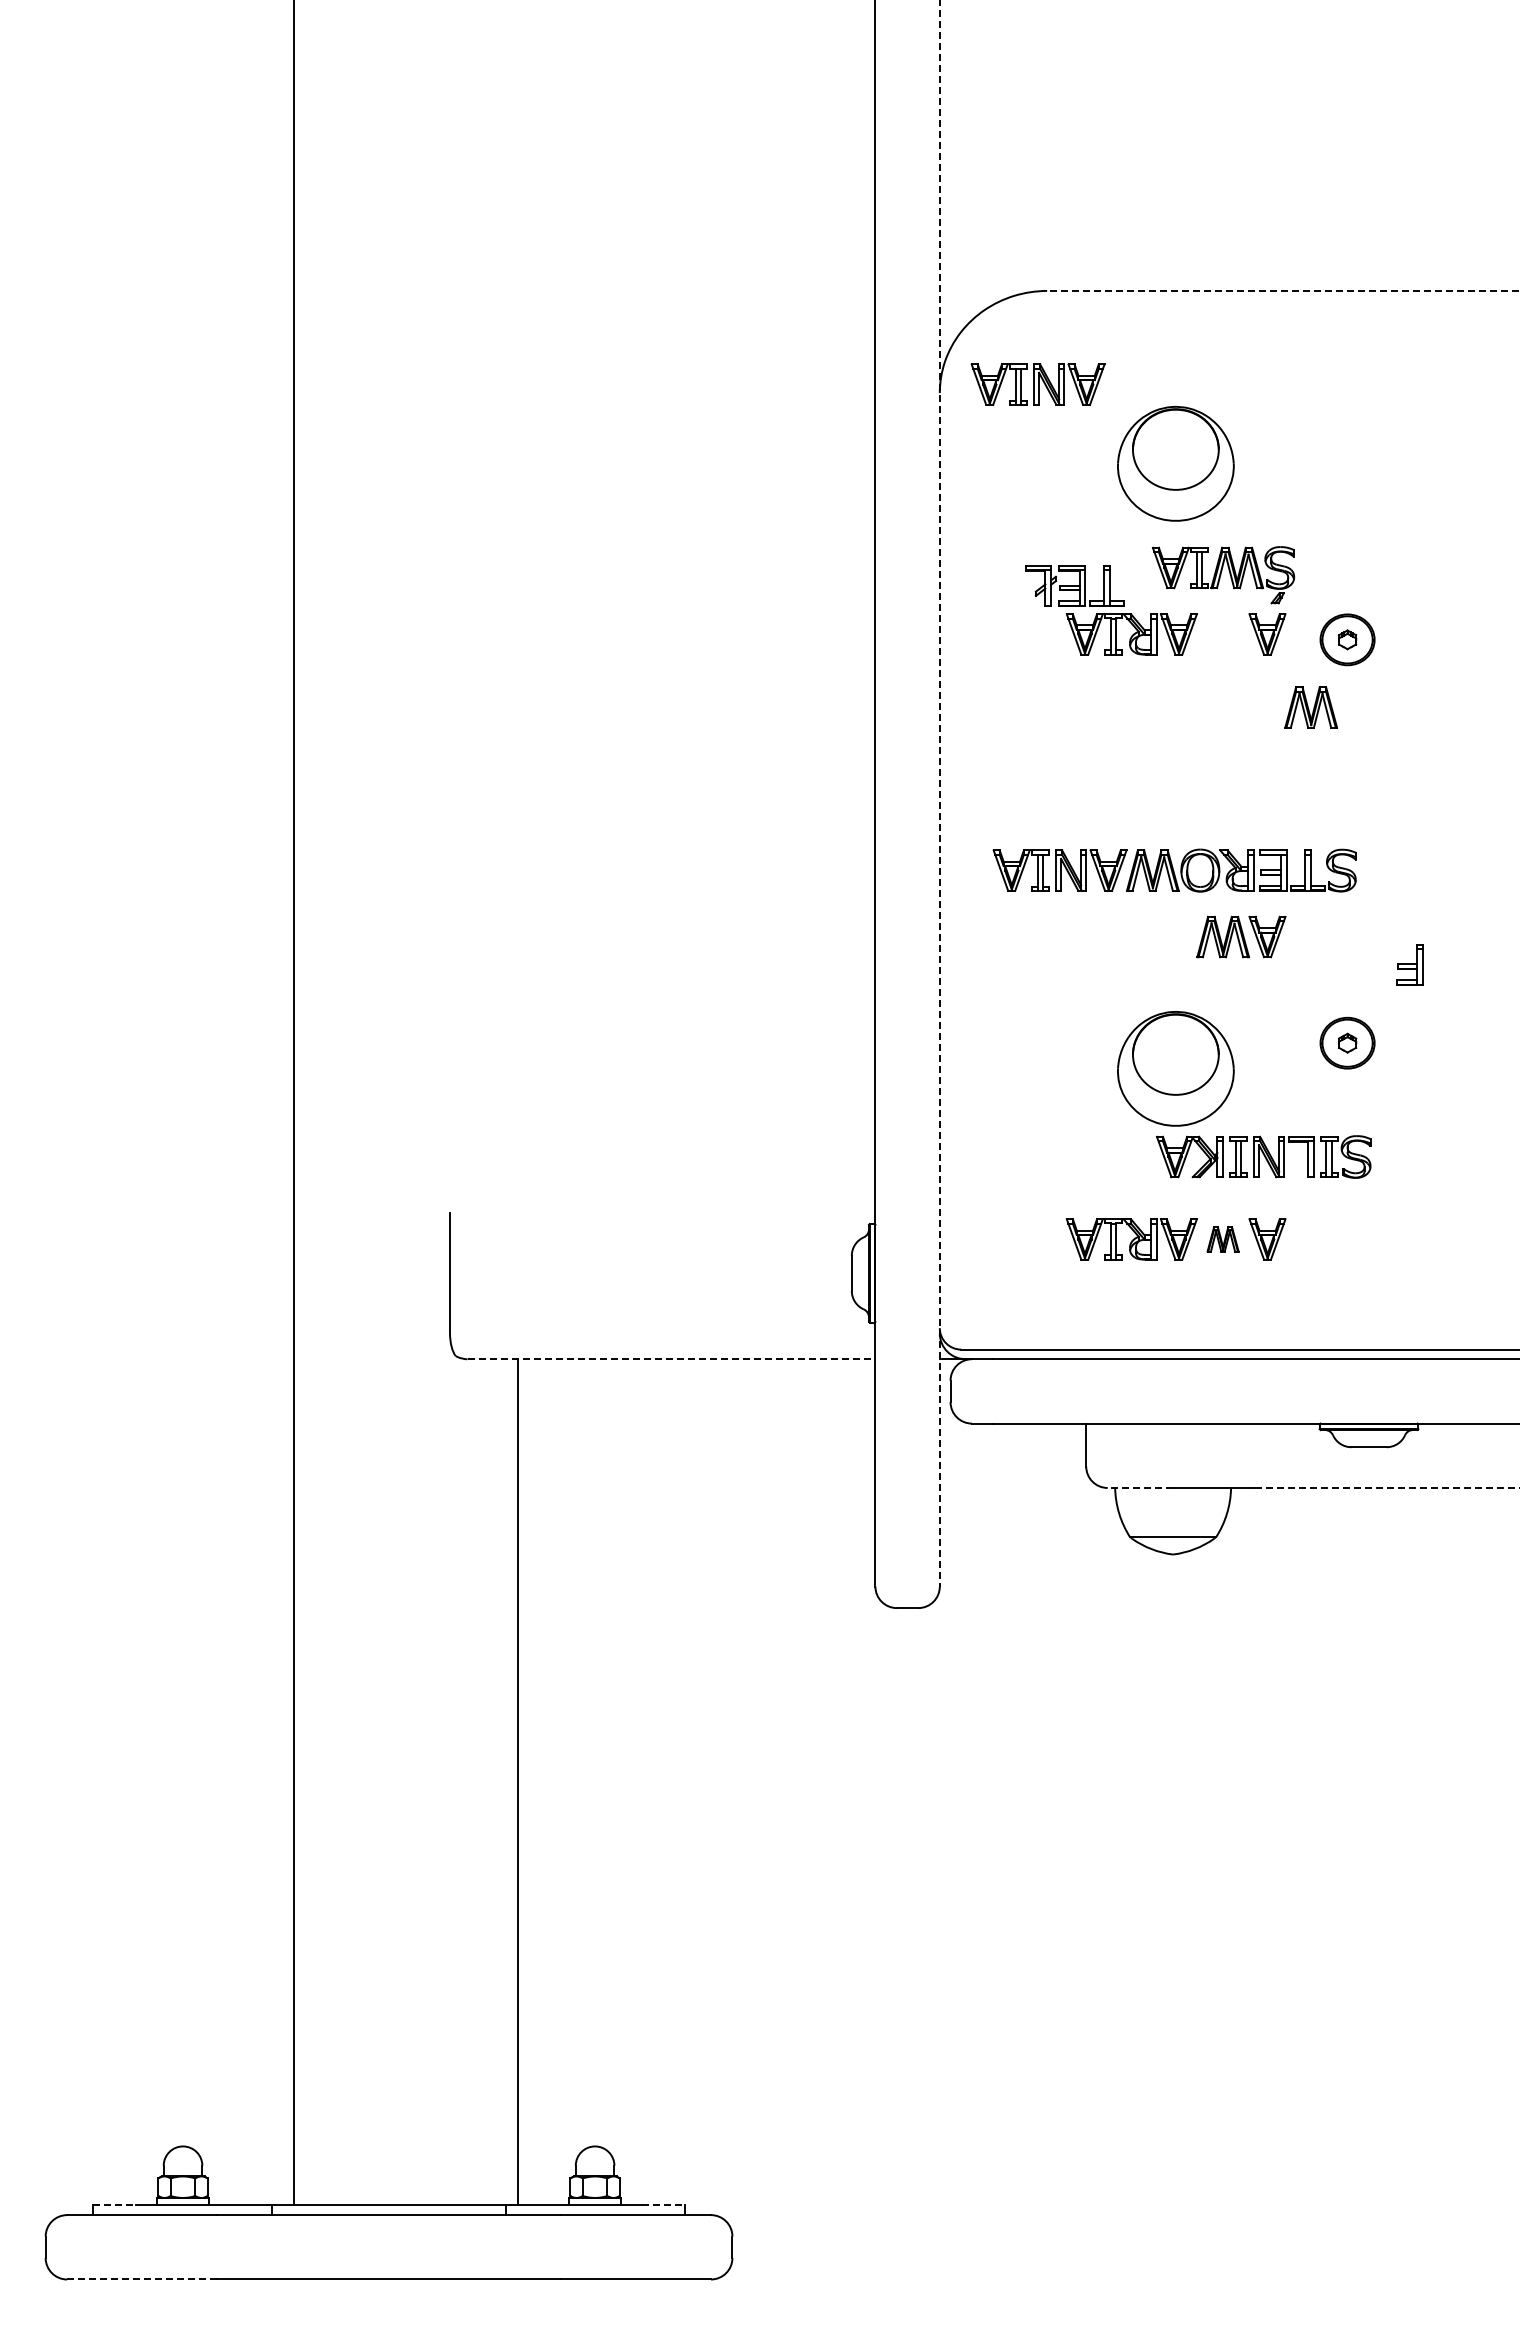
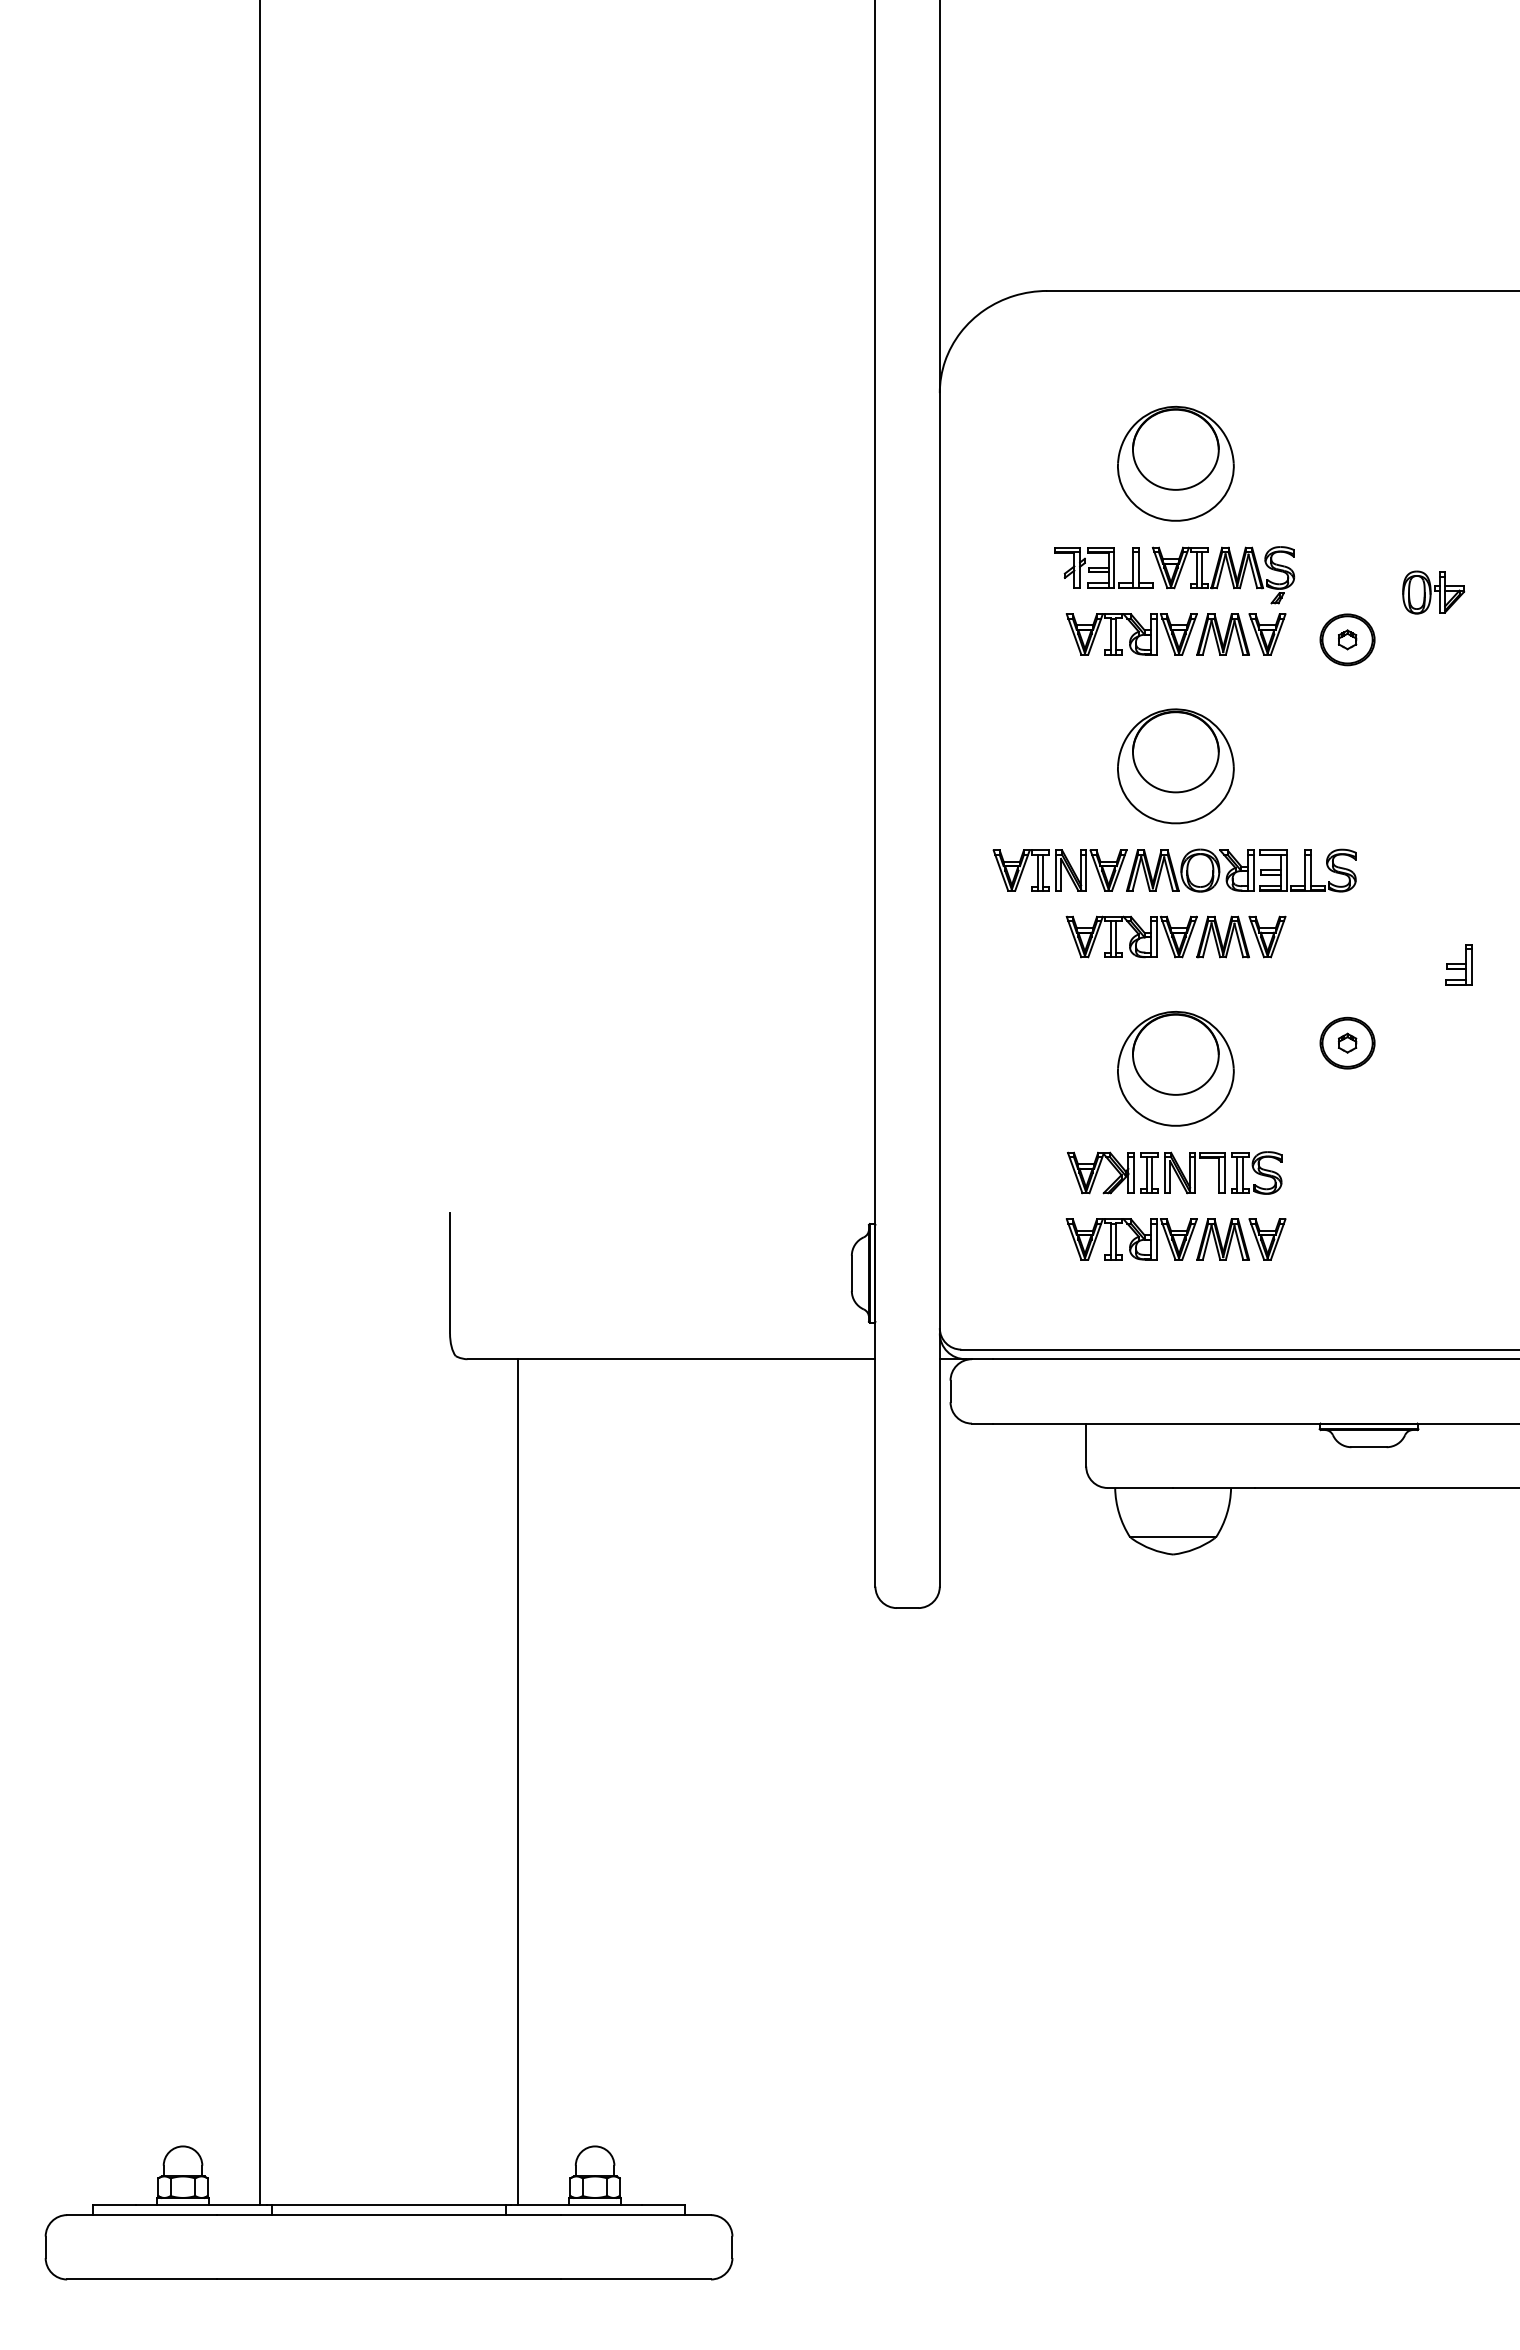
line at (1283, 290): dashed -> solid
part at (1037, 384): present -> none
part at (1074, 585) position: (1074, 585) -> (1103, 567)
part at (1433, 592): none -> present
part at (1310, 707) position: (1310, 707) -> (1222, 634)
part at (1175, 766): none -> present
line at (939, 793): dashed -> solid
part at (1131, 936): none -> present
part at (1409, 964) position: (1409, 964) -> (1458, 964)
line at (293, 1103) position: (293, 1103) -> (259, 1103)
part at (1263, 1156) position: (1263, 1156) -> (1174, 1172)
part at (1222, 1239) size: 34x27 px -> 54x43 px
line at (671, 1359): dashed -> solid
line at (1140, 1488): dashed -> solid
line at (1387, 1488): dashed -> solid
line at (114, 2204): dashed -> solid
line at (664, 2204): dashed -> solid
line at (141, 2279): dashed -> solid
